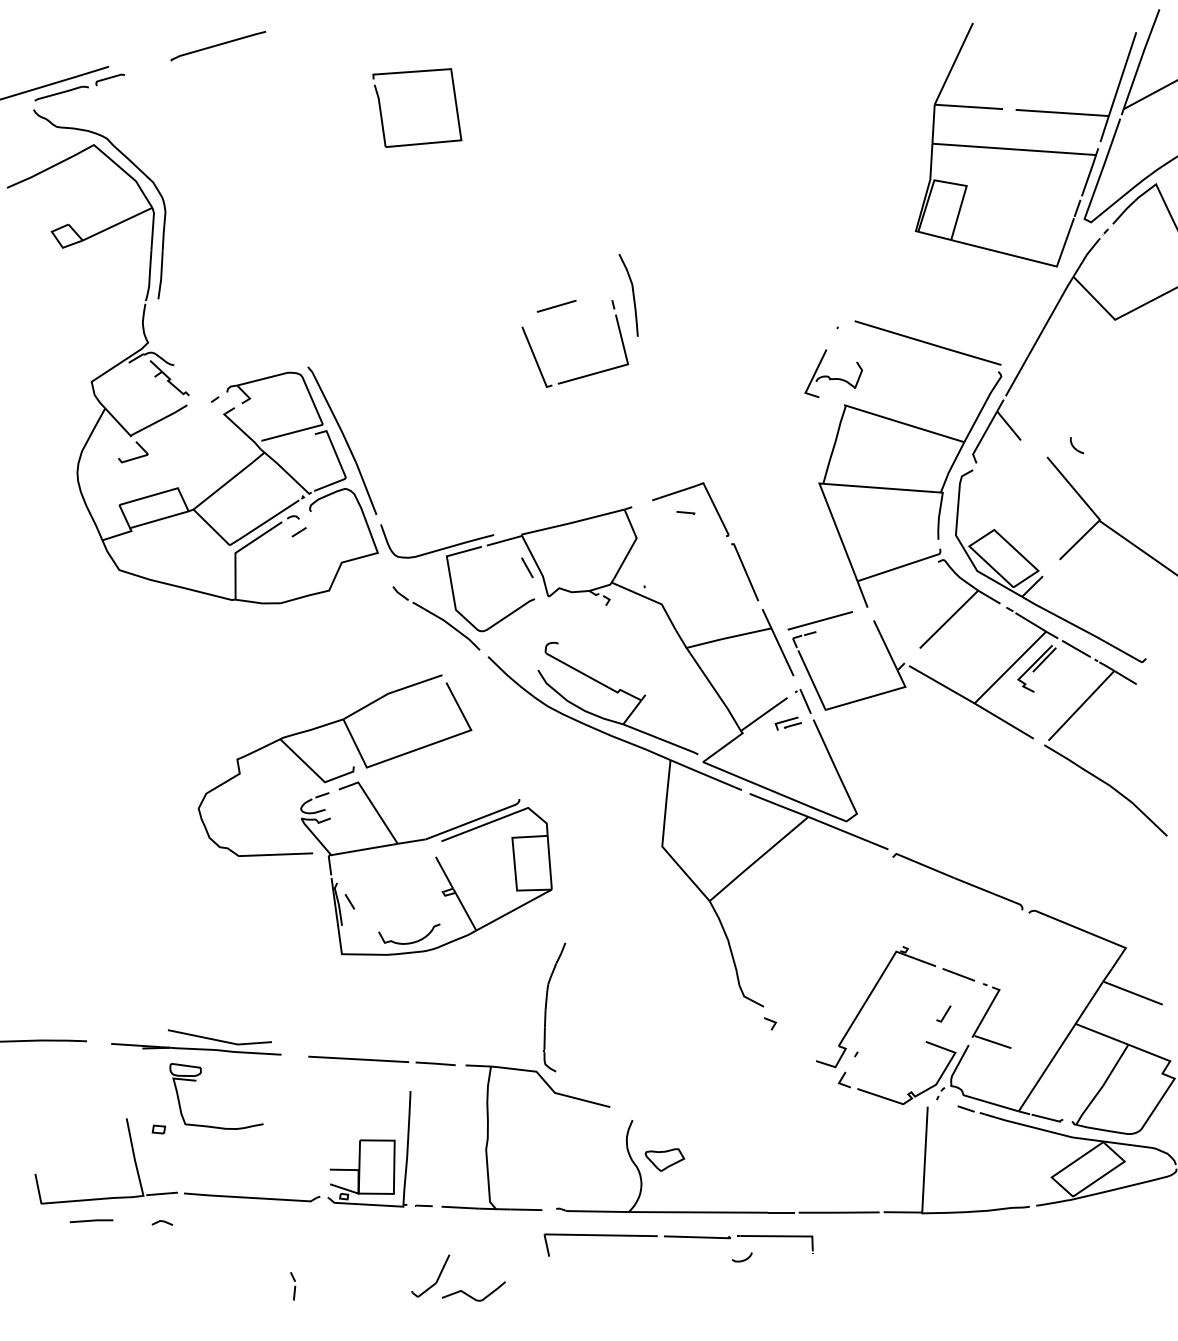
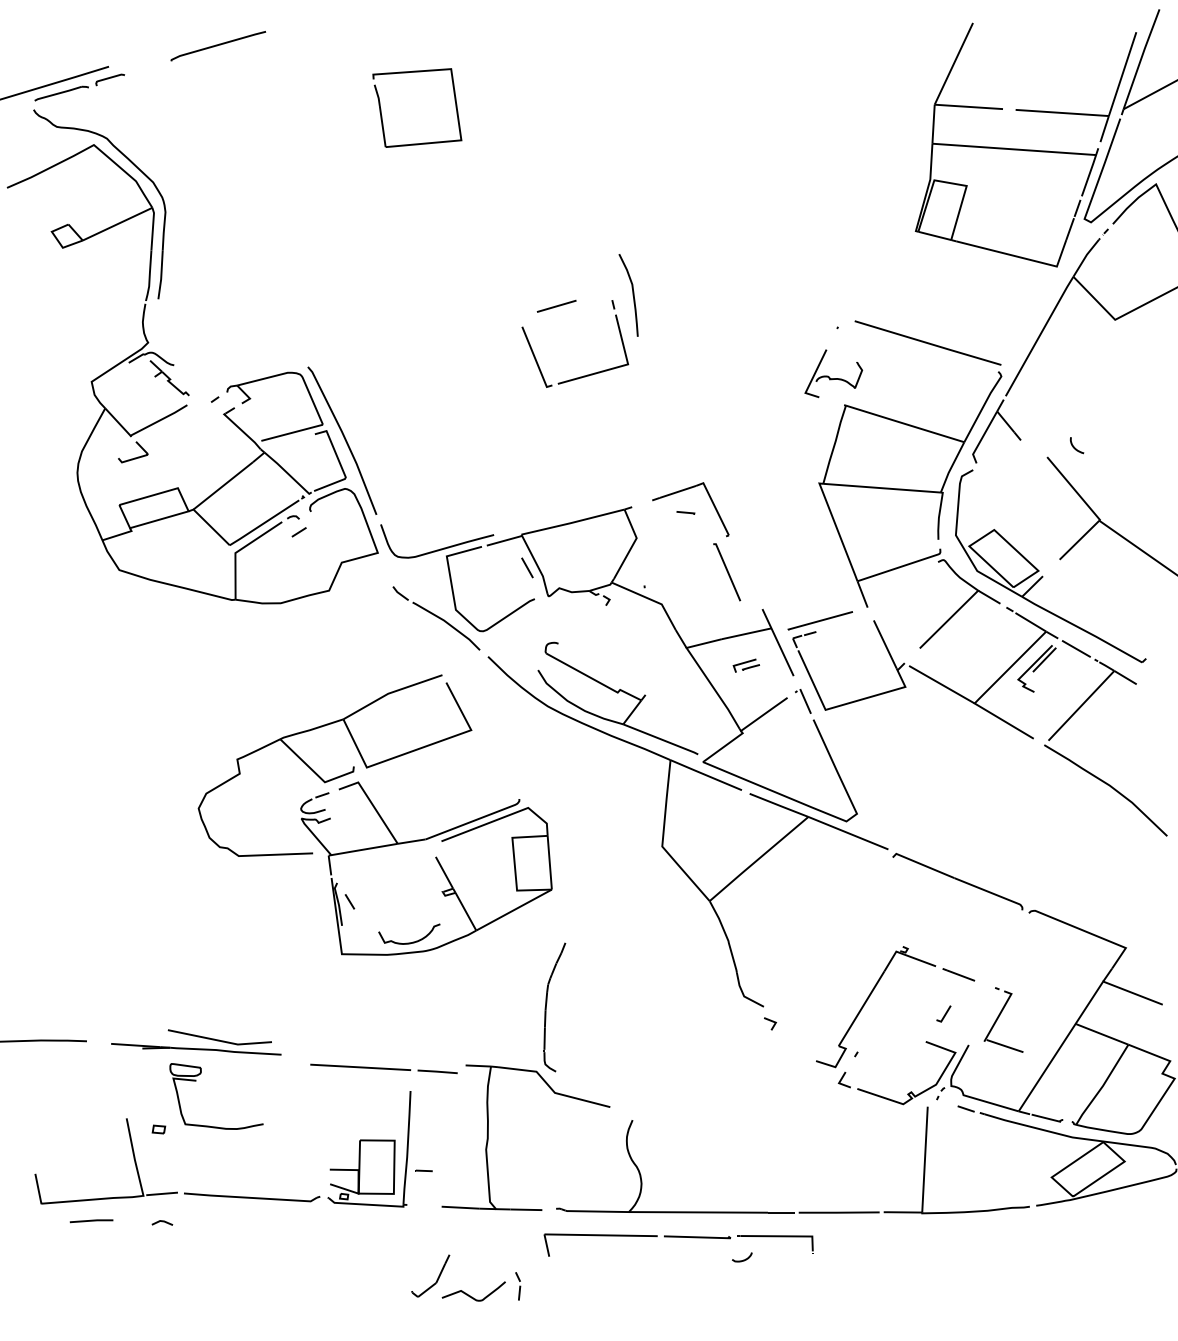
line at (745, 572) position: (745, 572) -> (727, 572)
part at (787, 723) position: (787, 723) -> (745, 665)
part at (991, 1015) position: (991, 1015) -> (1003, 1019)
line at (381, 1060) position: (381, 1060) -> (383, 1068)
part at (664, 1159): present -> none
line at (423, 1205) position: (423, 1205) -> (423, 1170)
part at (293, 1286) position: (293, 1286) -> (518, 1286)
